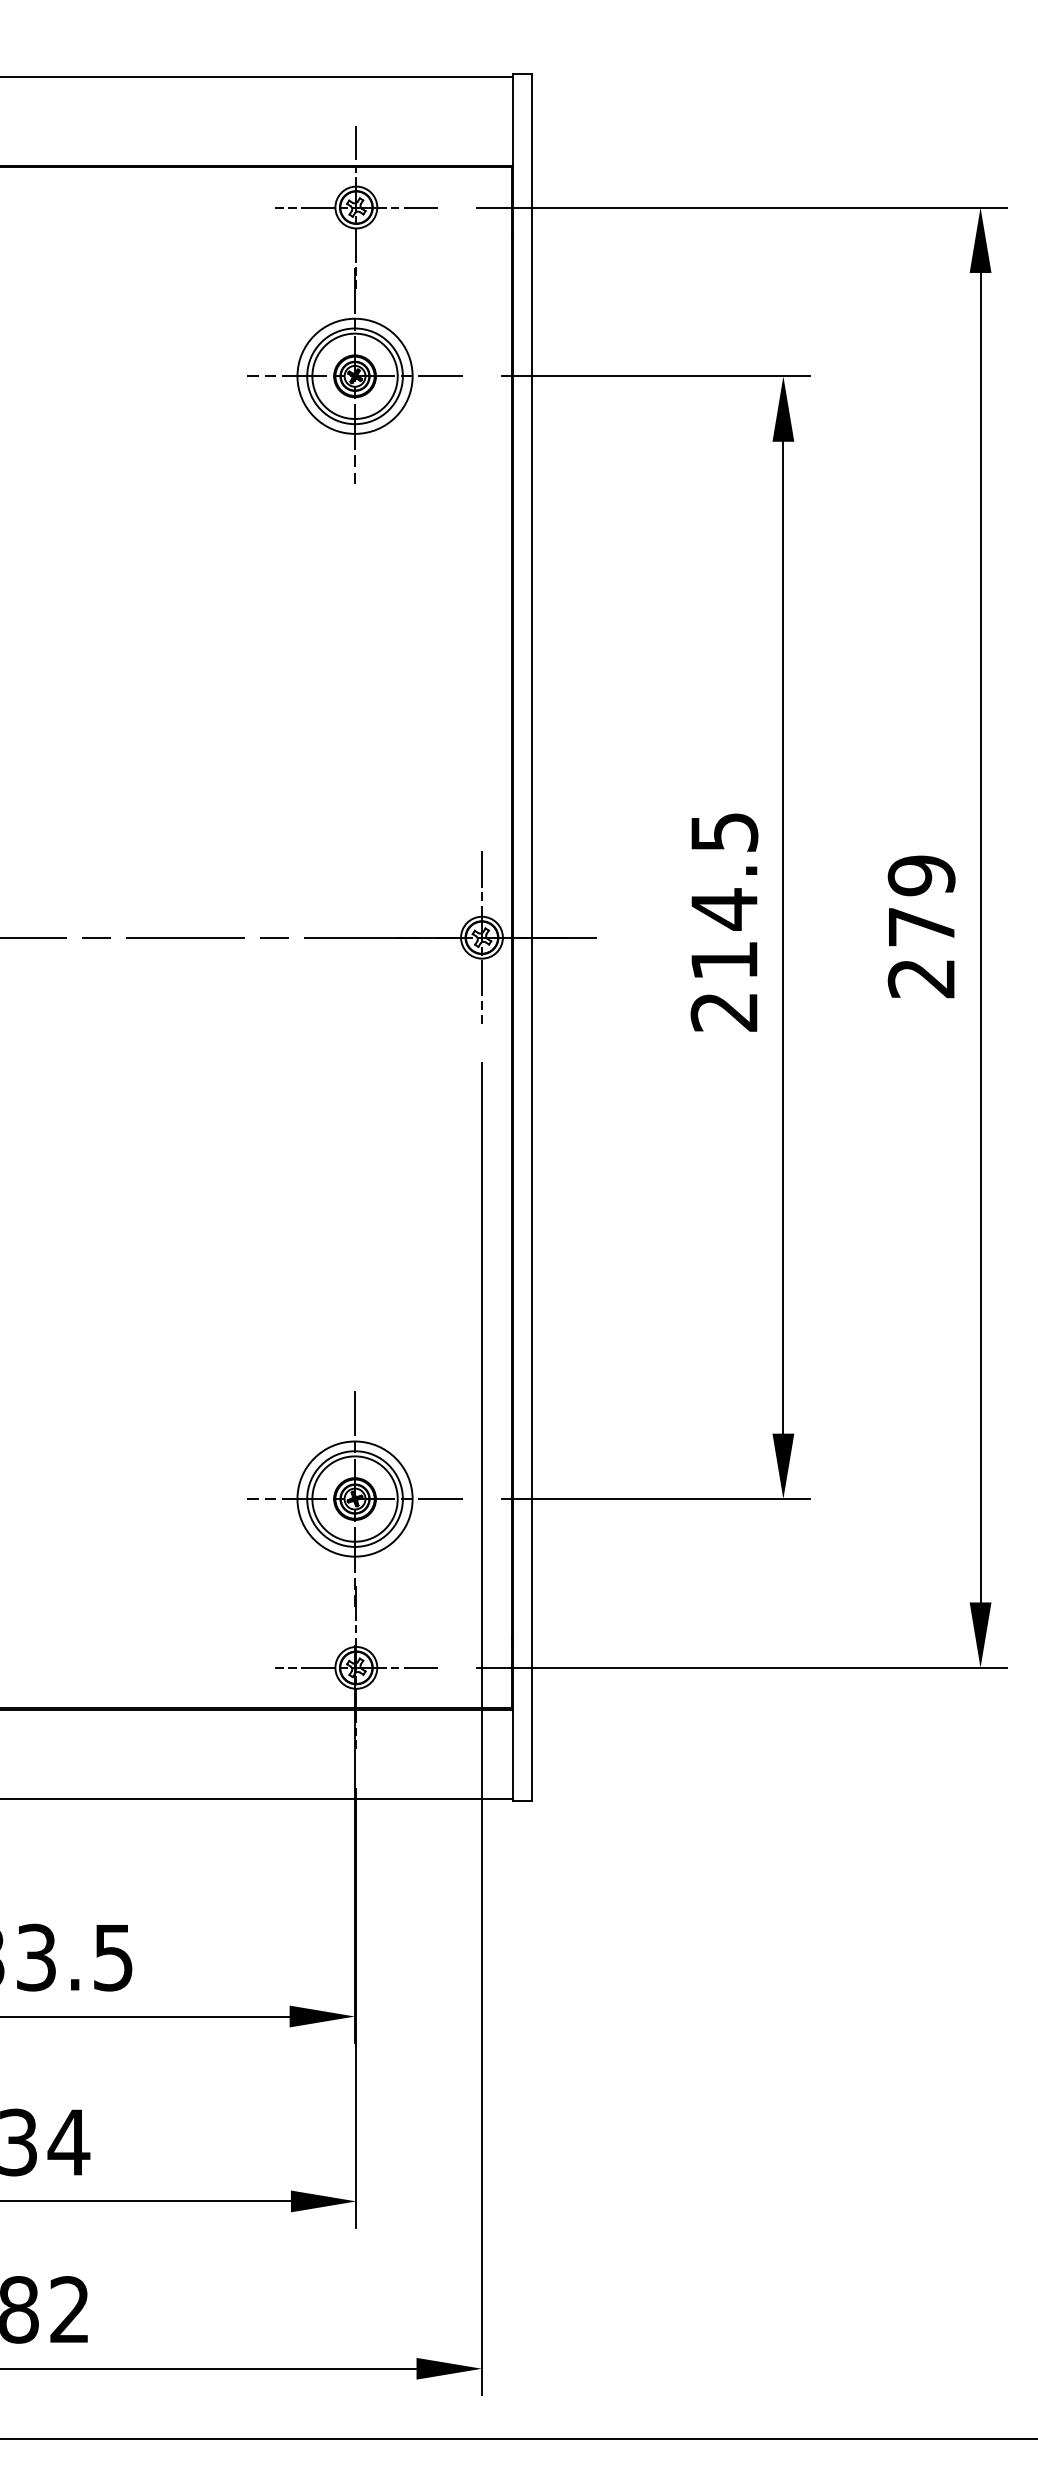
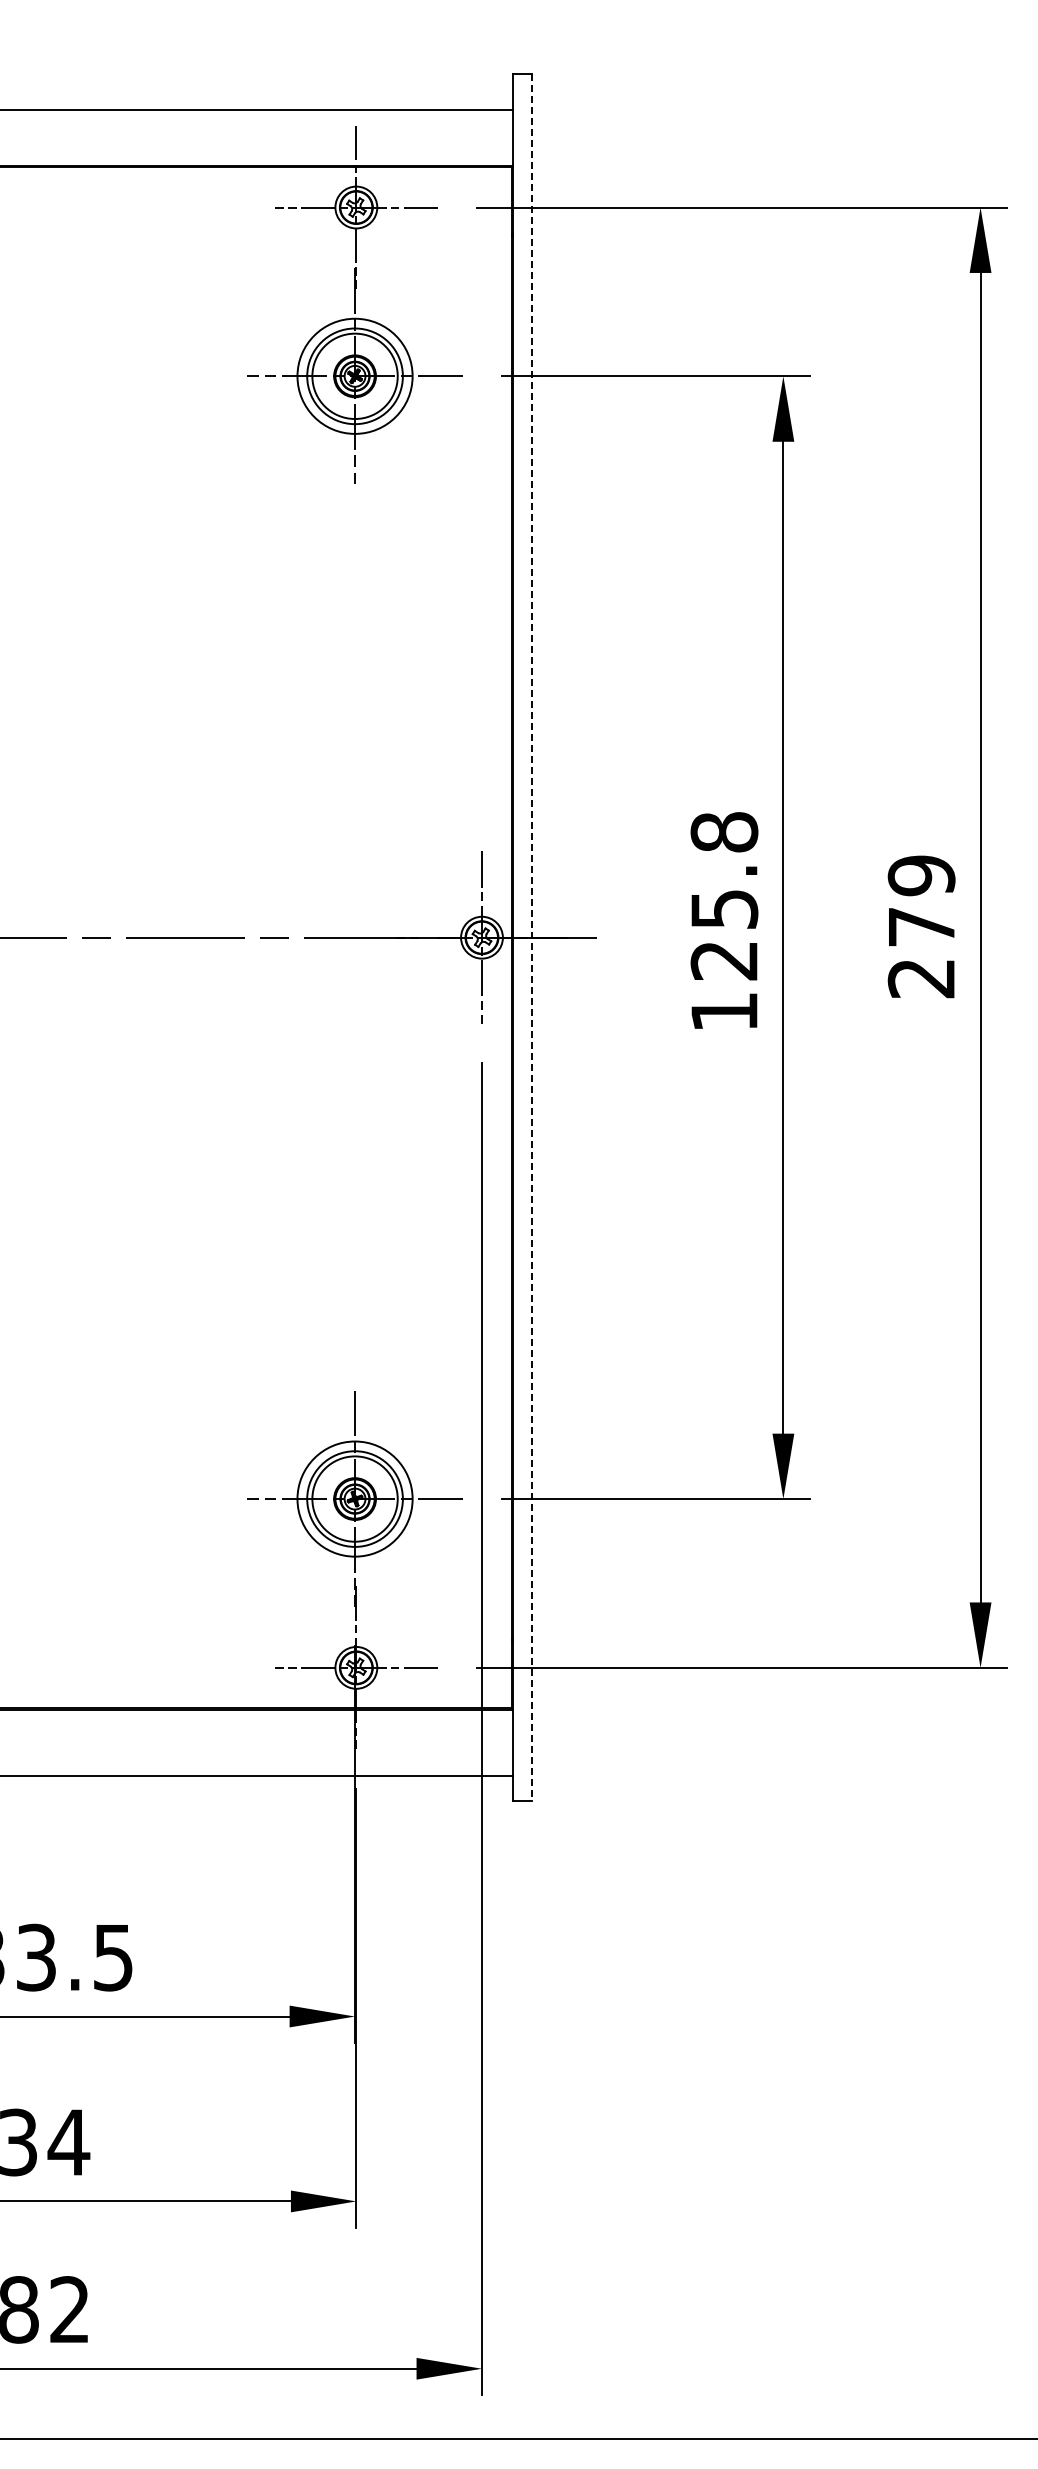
line at (257, 76) position: (257, 76) -> (257, 109)
text at (724, 921): 214.5 -> 125.8
line at (531, 937): solid -> dashed
line at (257, 1798) position: (257, 1798) -> (257, 1775)
